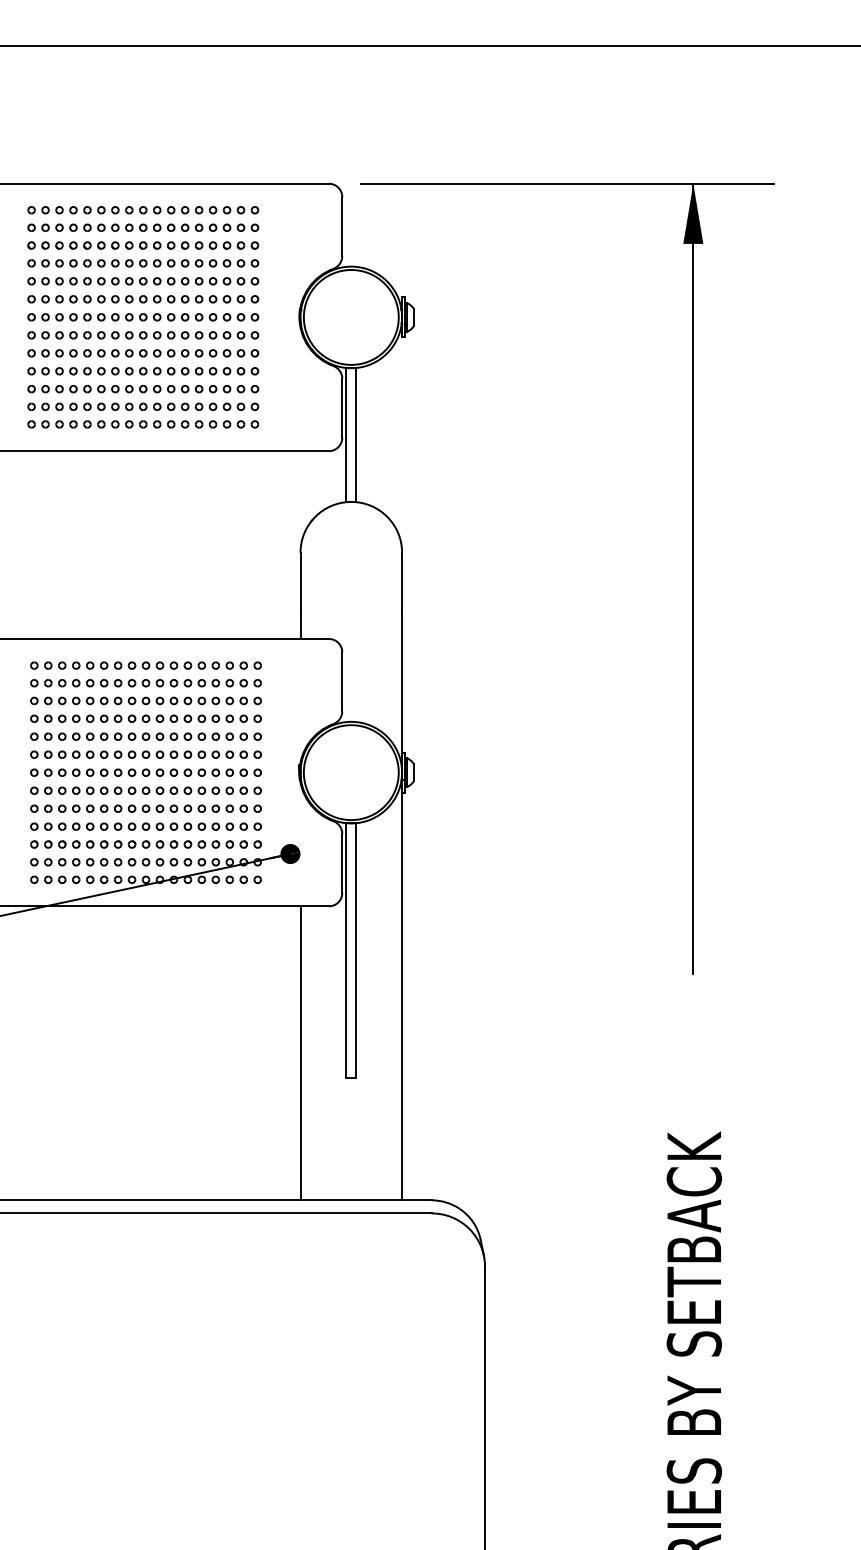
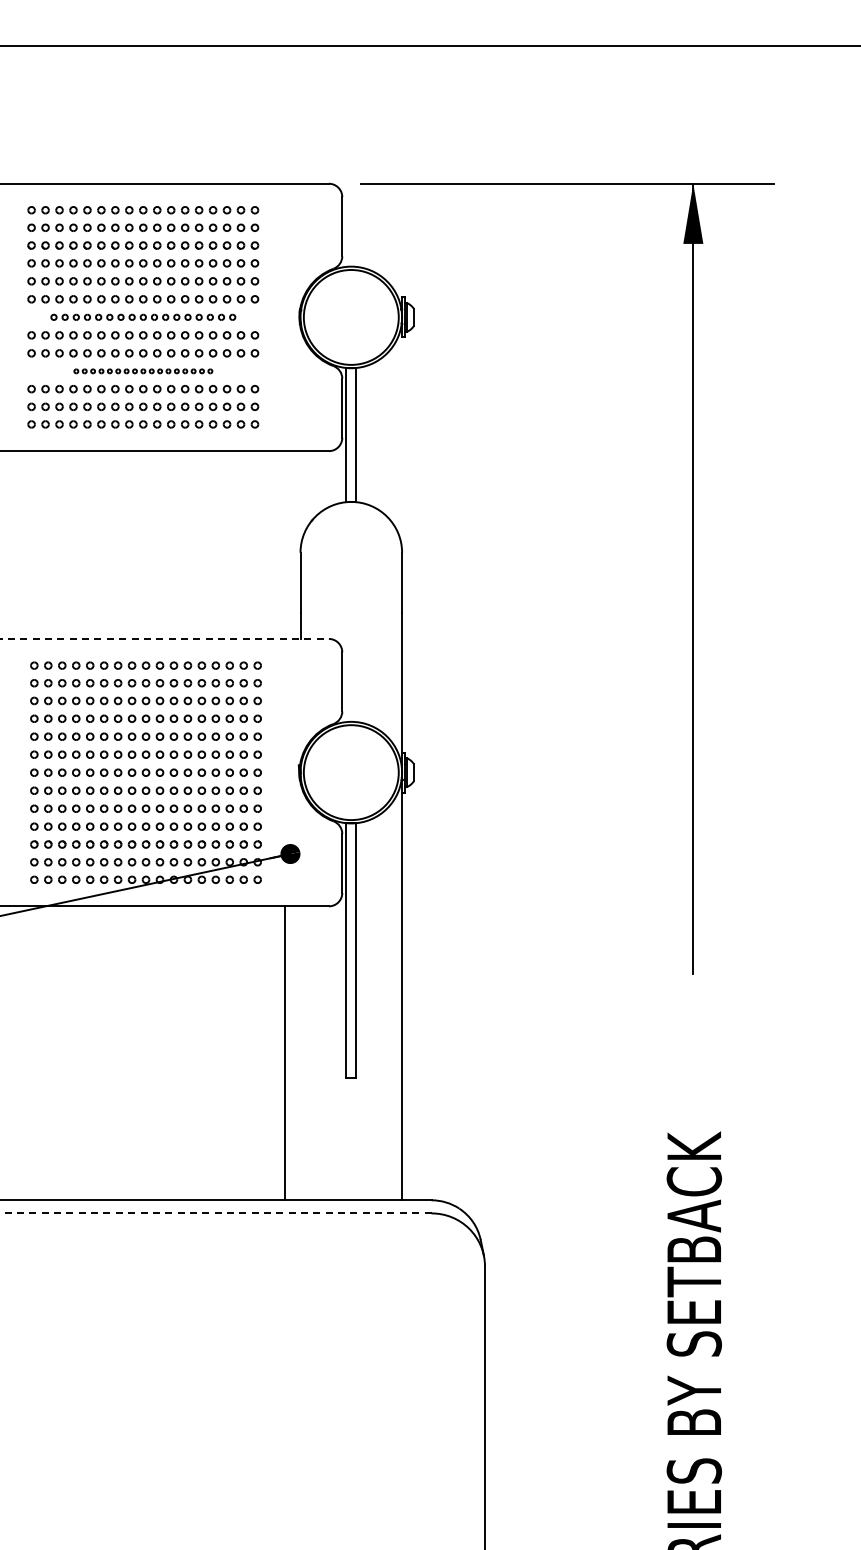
part at (143, 317) size: 233x9 px -> 187x8 px
part at (143, 371) size: 233x9 px -> 141x7 px
line at (164, 638): solid -> dashed
line at (300, 1053) position: (300, 1053) -> (284, 1053)
line at (215, 1213): solid -> dashed
